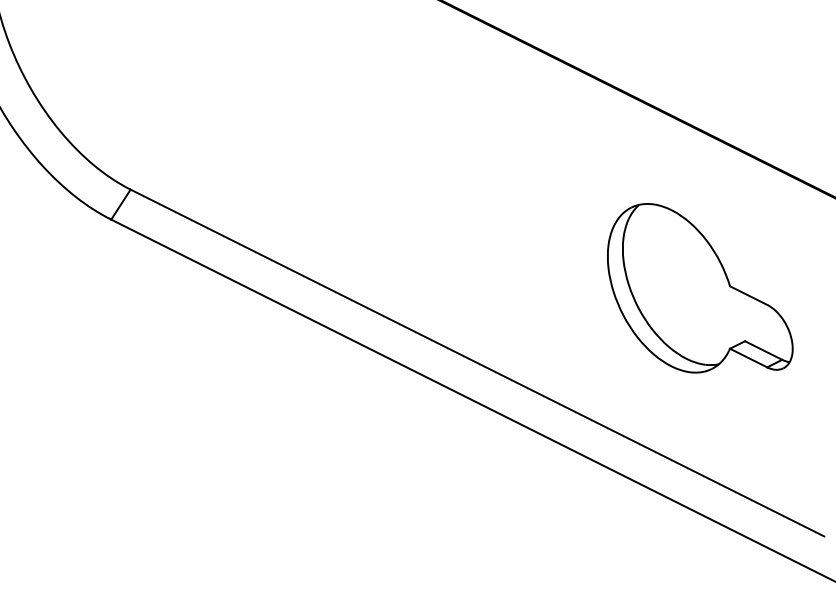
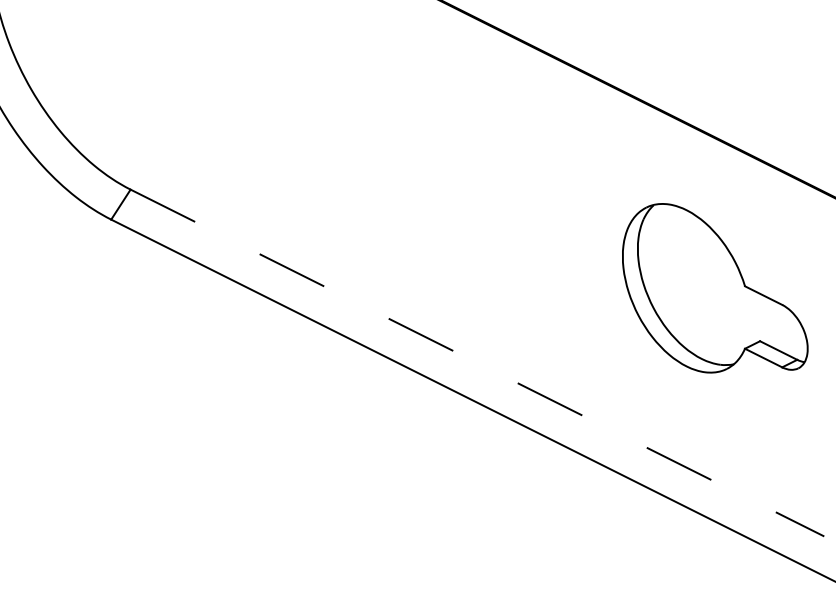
part at (700, 288) position: (700, 288) -> (715, 288)
line at (477, 363): solid -> dashed
